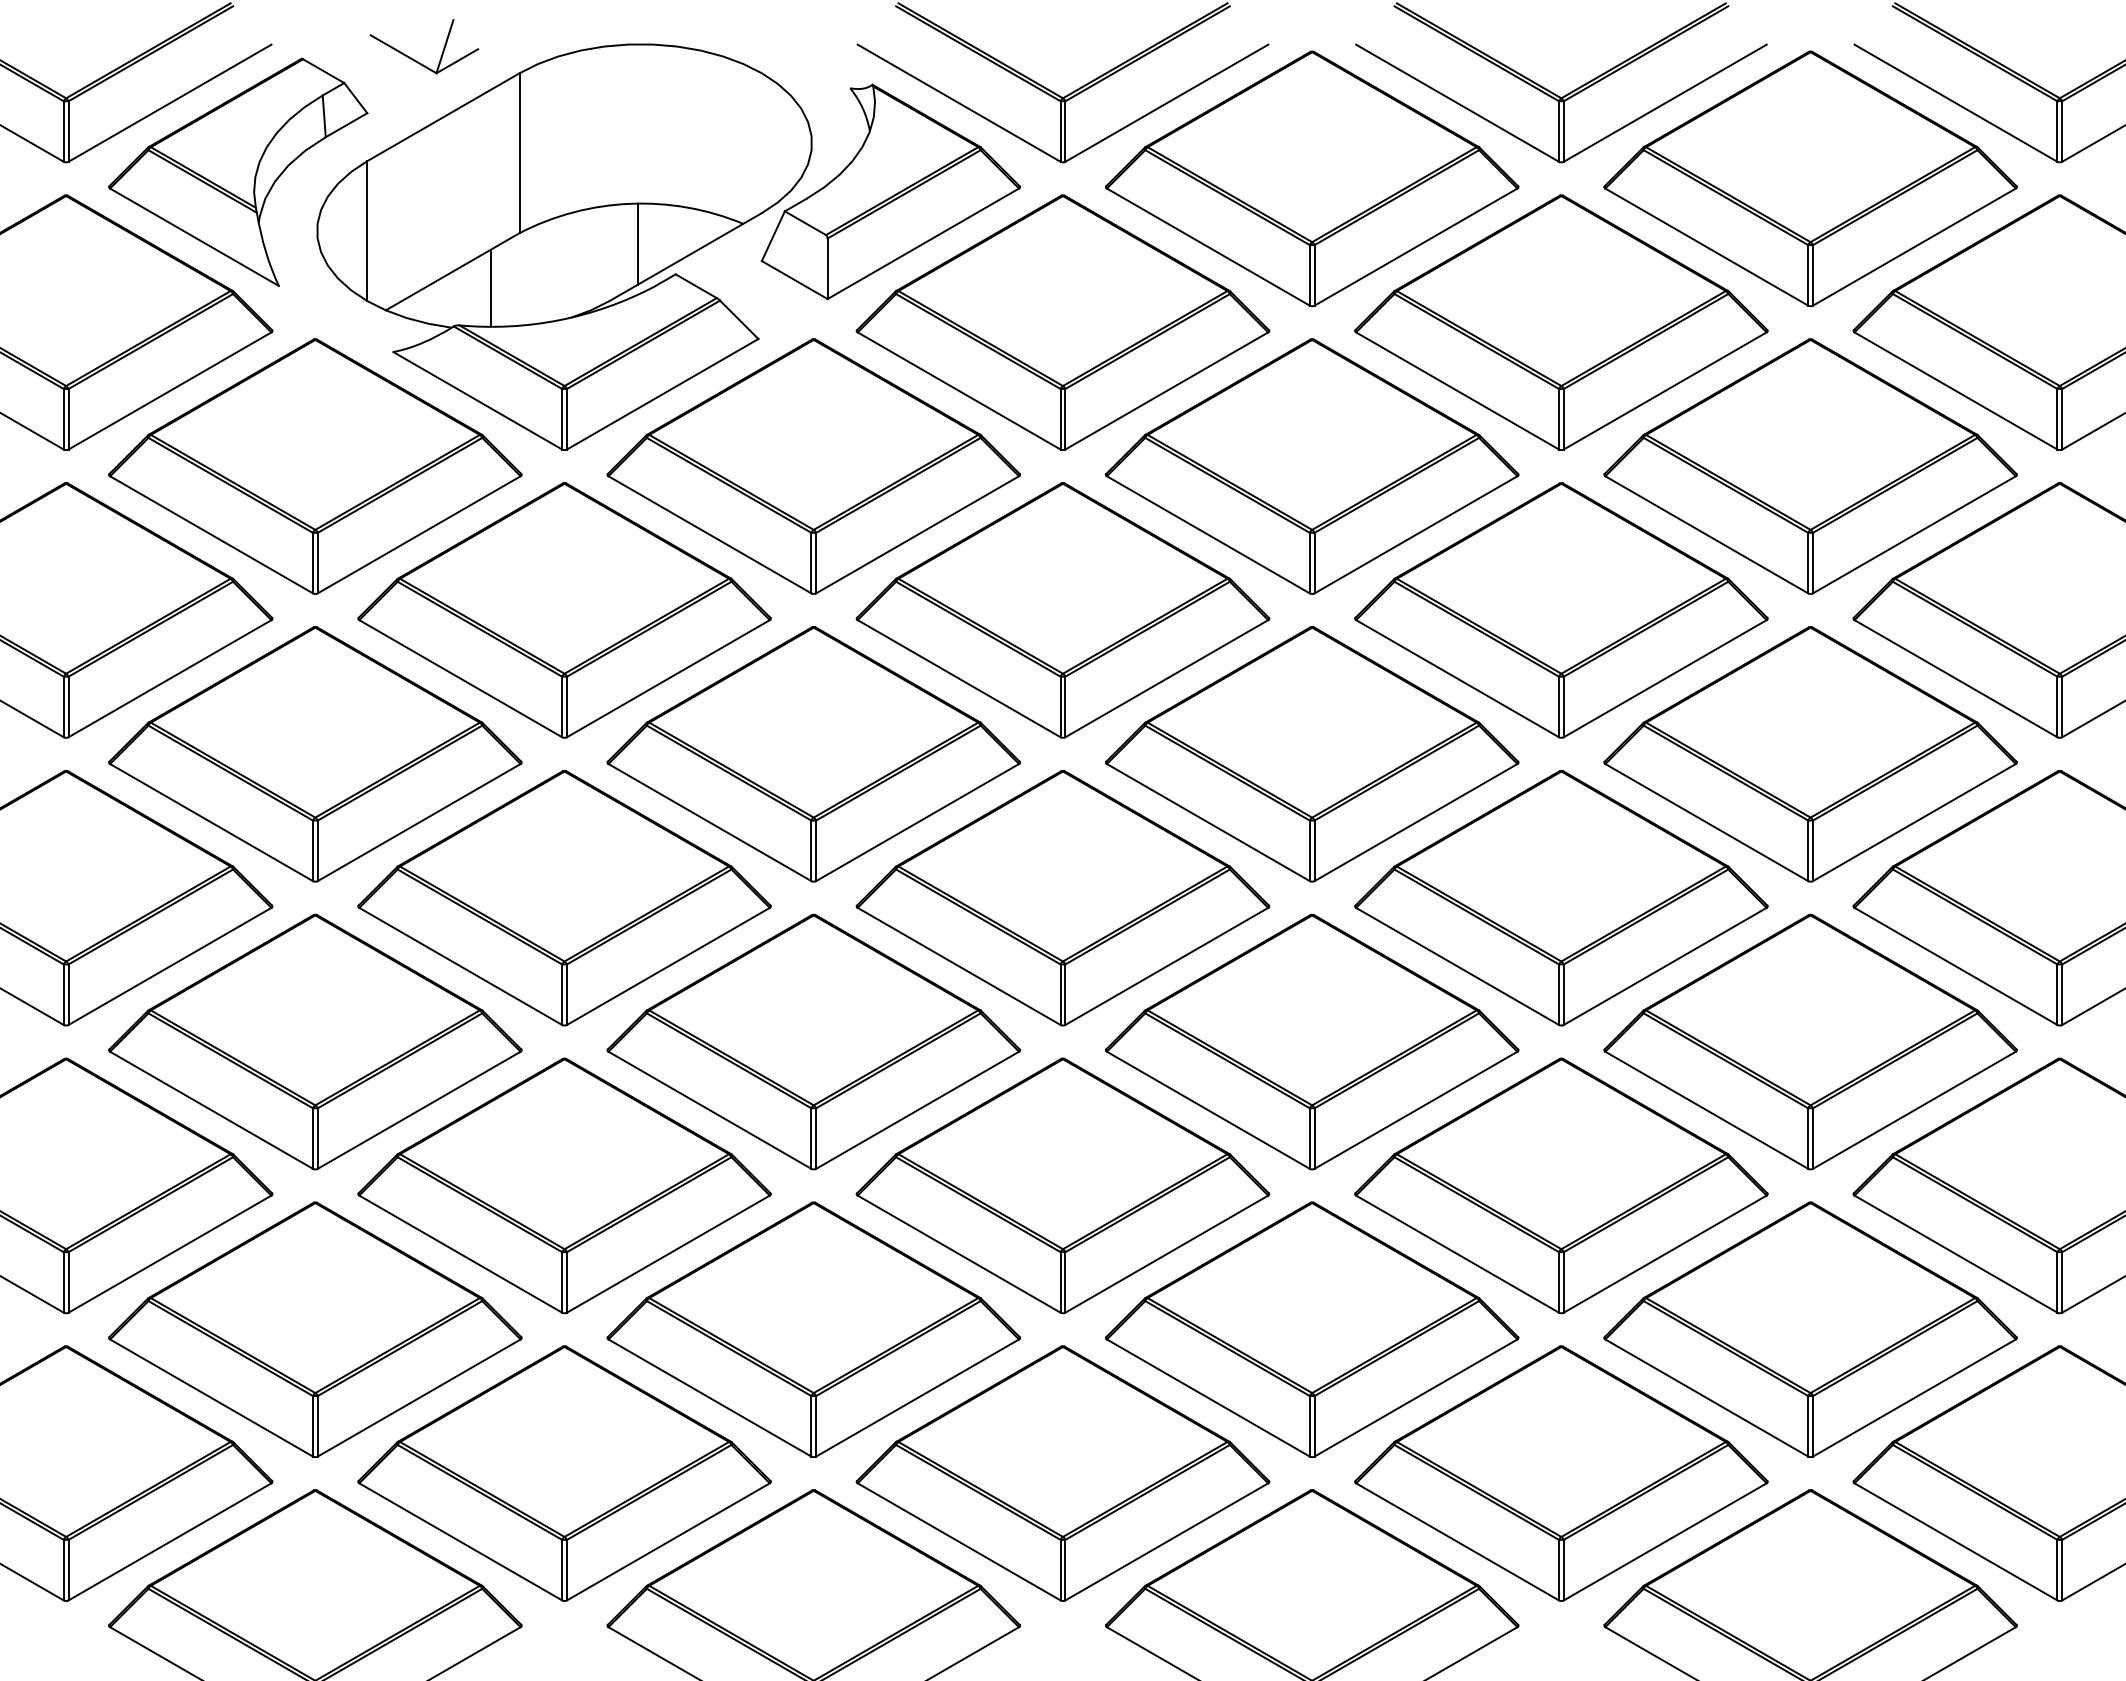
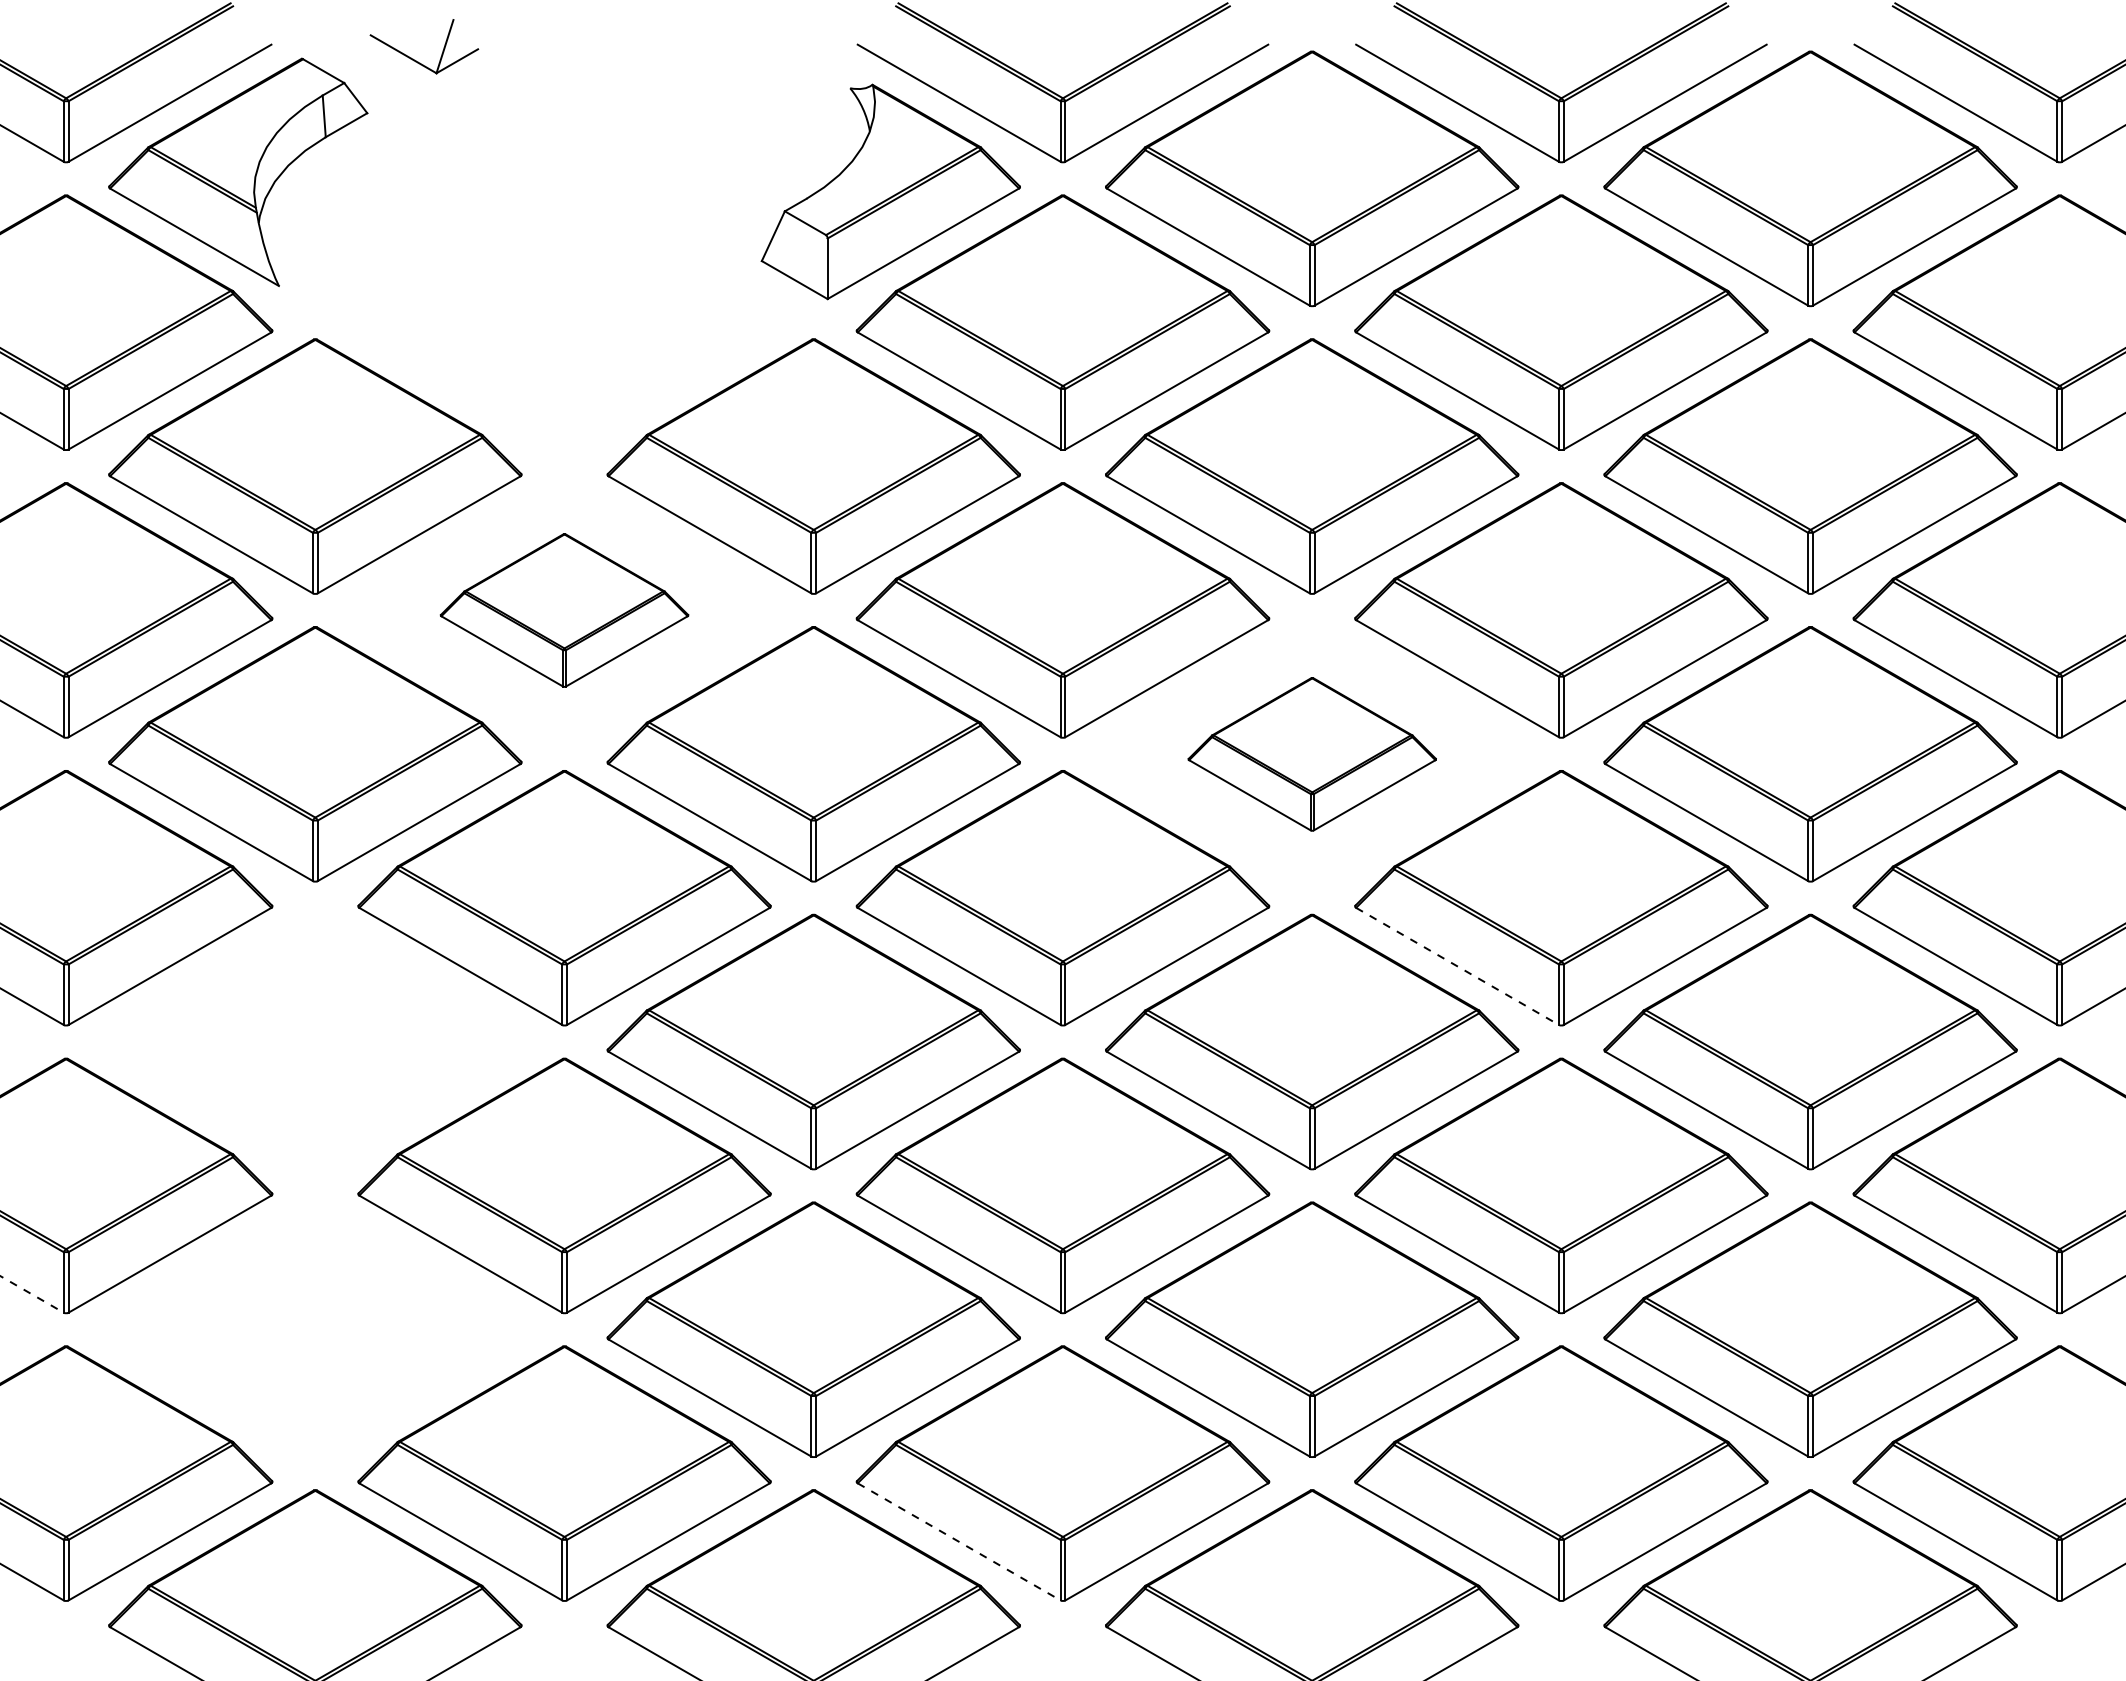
part at (564, 246): present -> none
part at (564, 610) size: 415x257 px -> 251x155 px
part at (1312, 754) size: 415x257 px -> 250x155 px
line at (1458, 966): solid -> dashed
part at (315, 1041): present -> none
line at (32, 1294): solid -> dashed
part at (315, 1329): present -> none
line at (959, 1542): solid -> dashed
